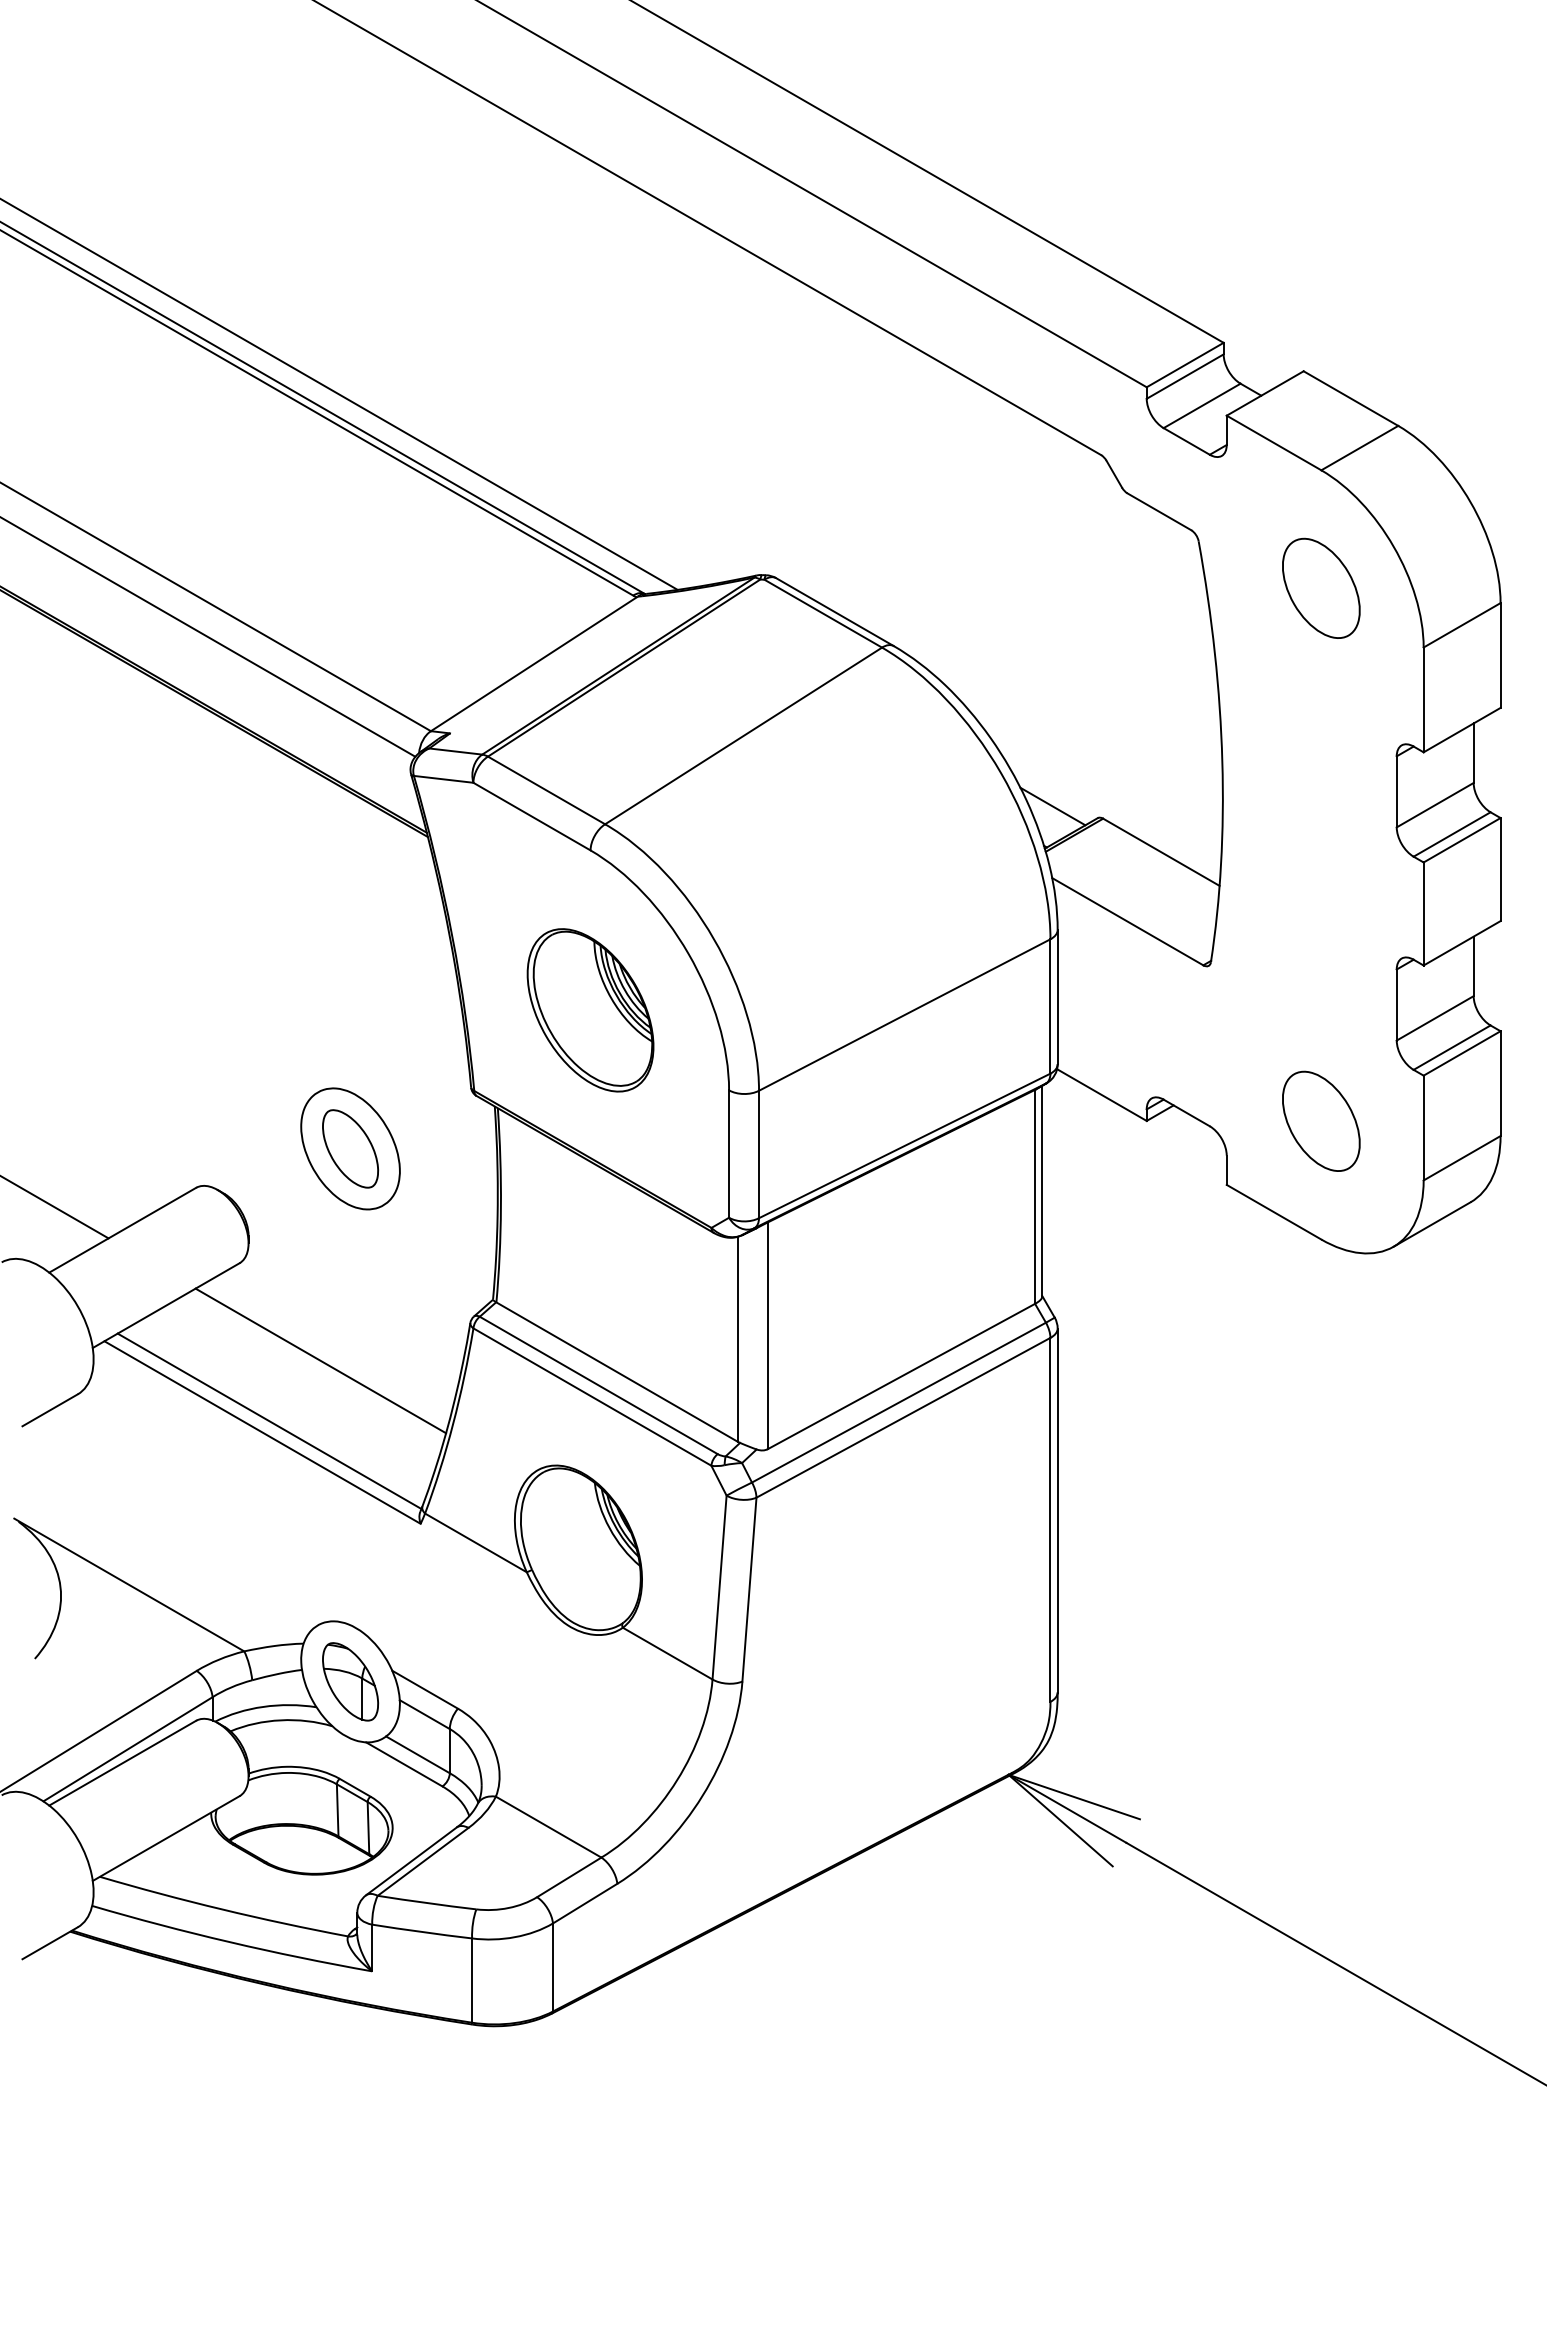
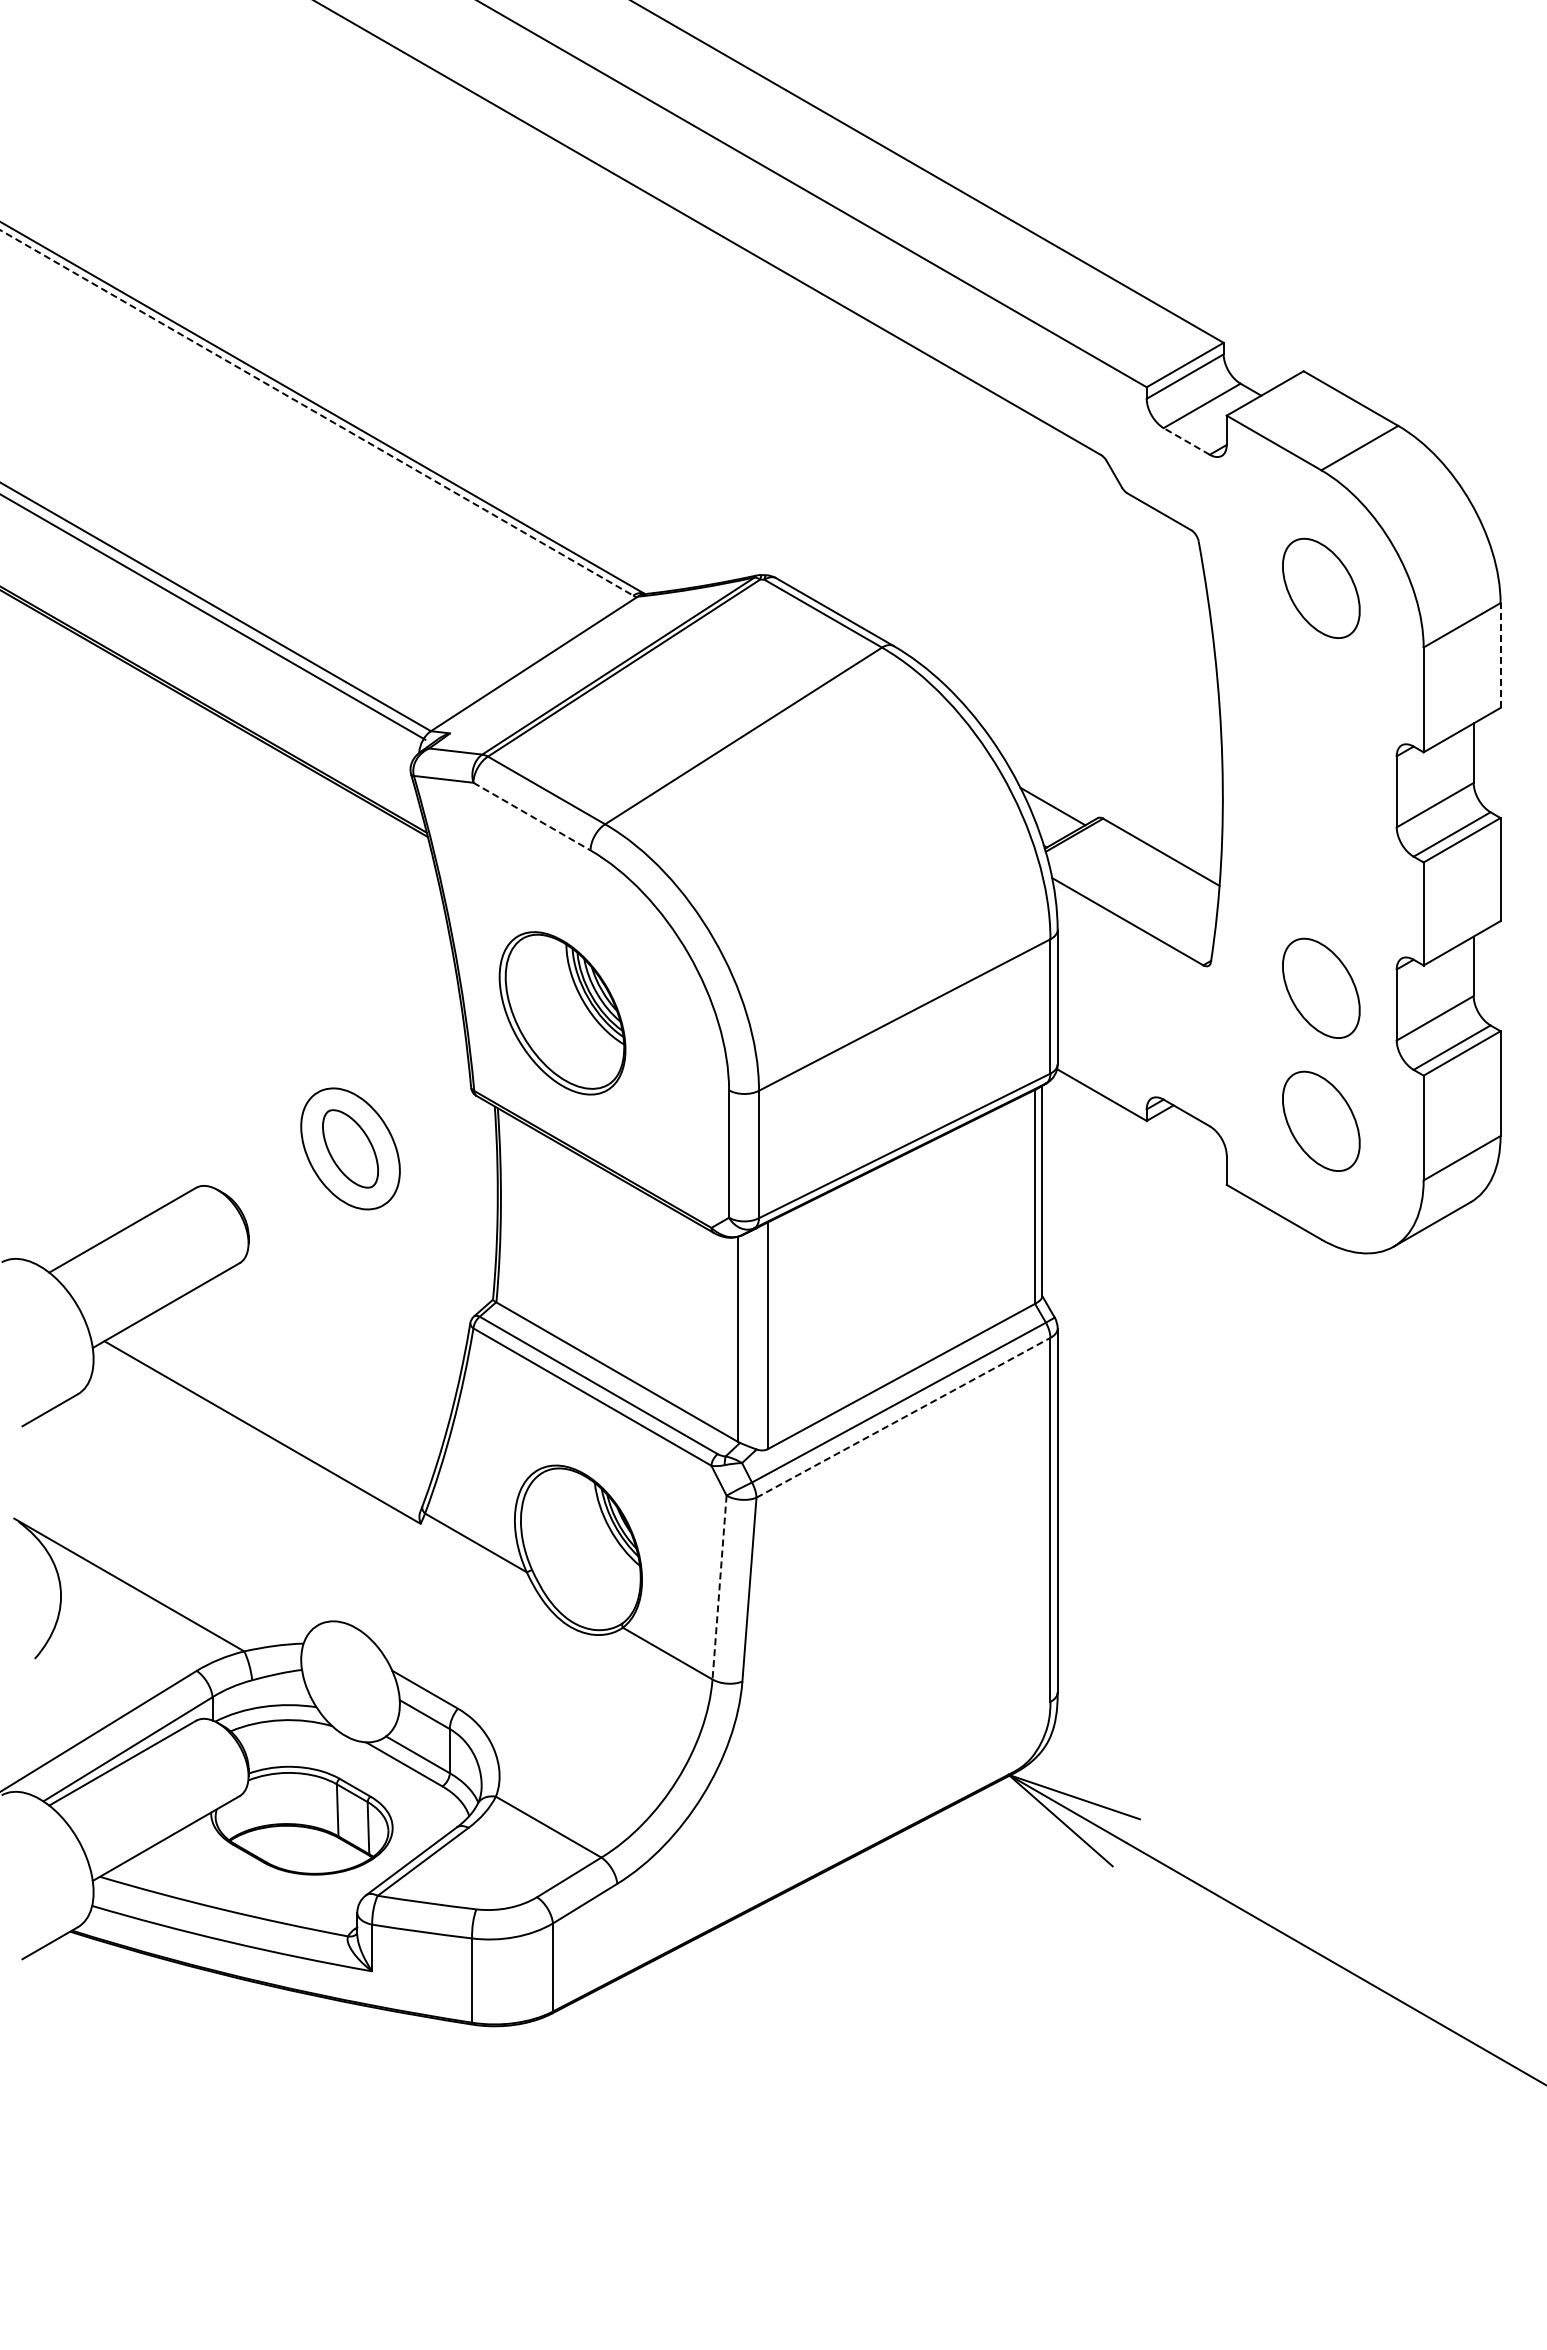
line at (339, 394): present -> none
line at (317, 413): solid -> dashed
line at (1186, 441): solid -> dashed
line at (208, 637) position: (208, 637) -> (213, 617)
line at (1500, 655): solid -> dashed
line at (531, 816): solid -> dashed
part at (1321, 987): none -> present
part at (590, 1010) position: (590, 1010) -> (562, 1013)
line at (55, 1207): present -> none
line at (320, 1360): present -> none
line at (903, 1417): solid -> dashed
line at (269, 1420): present -> none
line at (719, 1588): solid -> dashed
part at (350, 1681): present -> none
